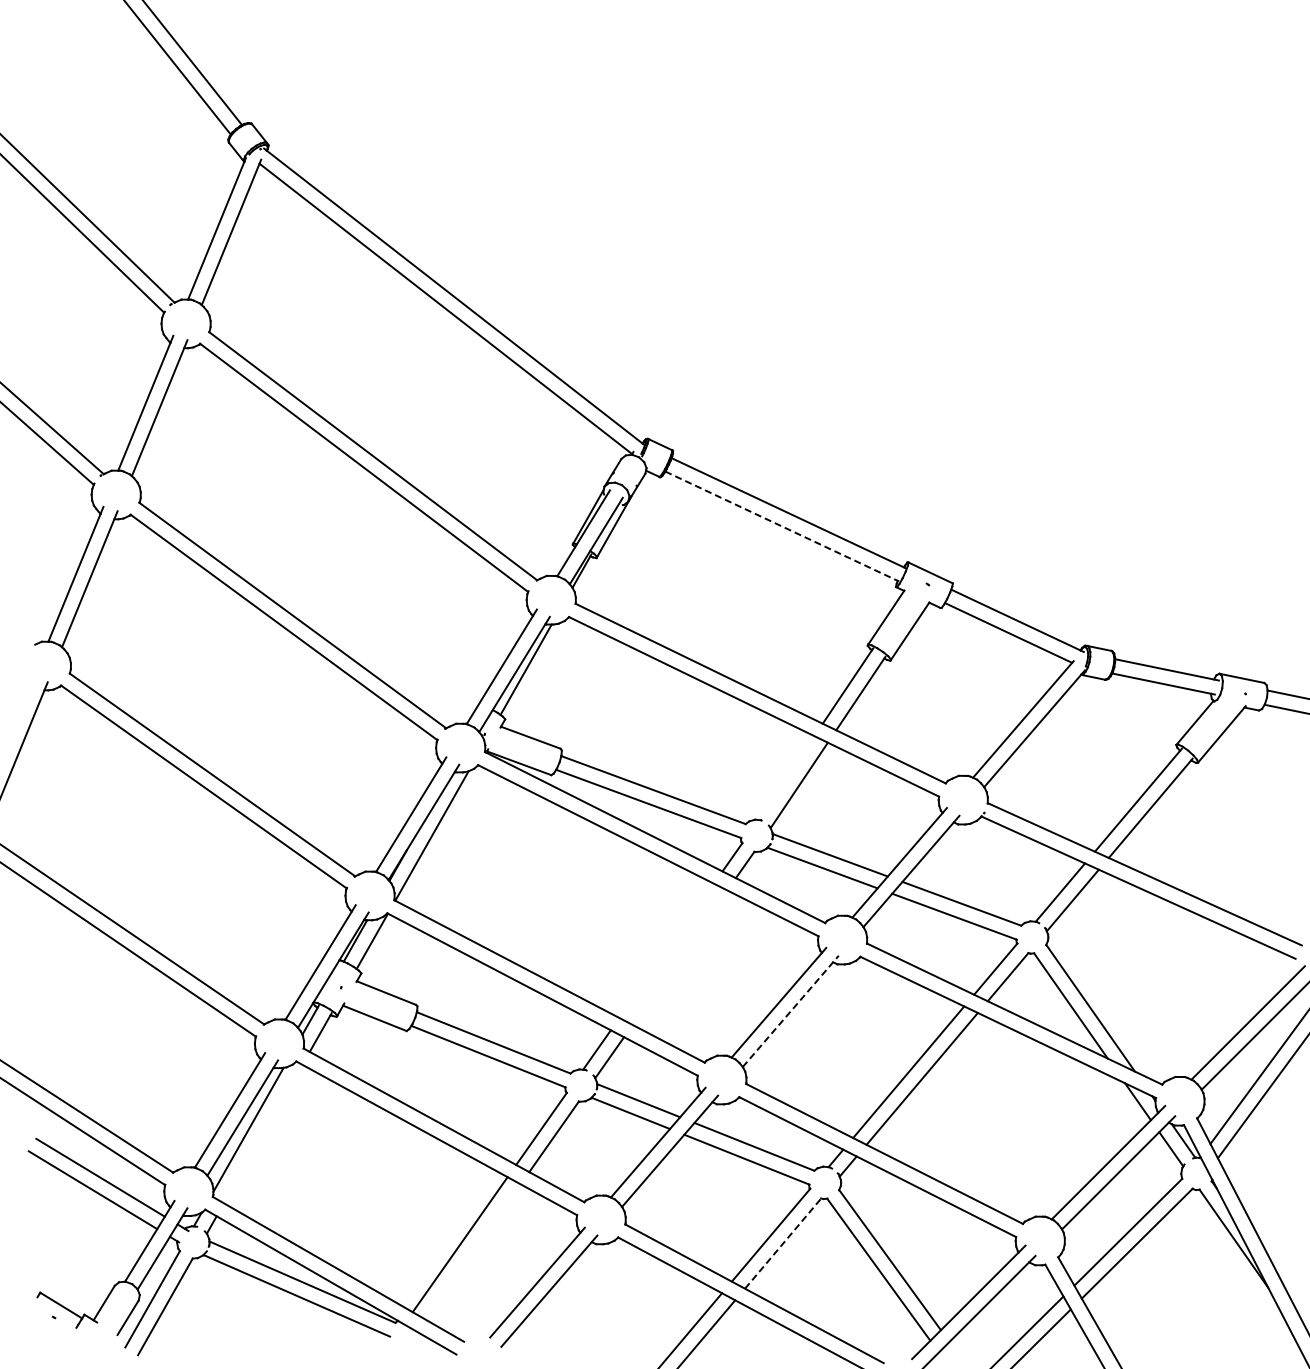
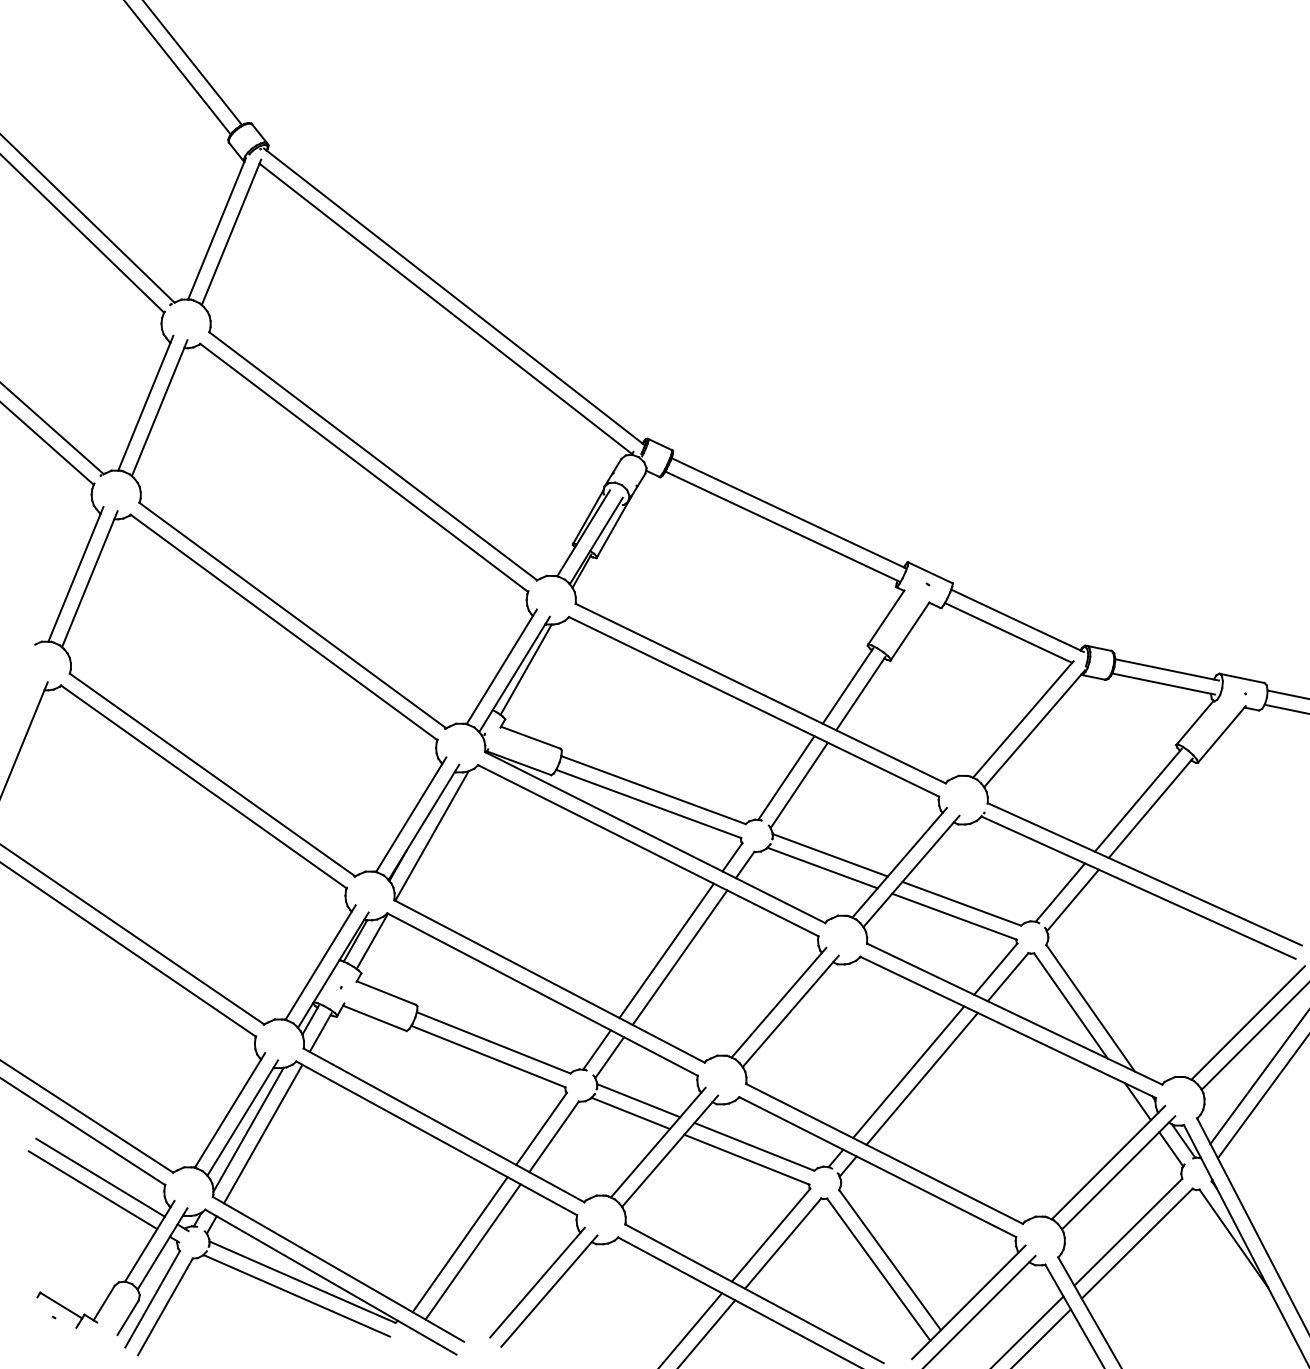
line at (782, 526): dashed -> solid
line at (786, 778): none -> present
line at (666, 950): none -> present
line at (679, 957): none -> present
line at (791, 1011): dashed -> solid
line at (263, 1133): none -> present
line at (783, 1243): dashed -> solid
line at (472, 1251): none -> present
